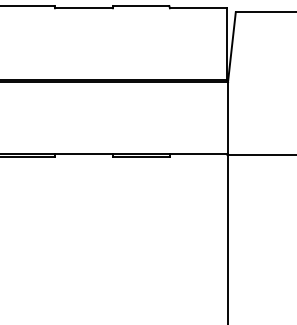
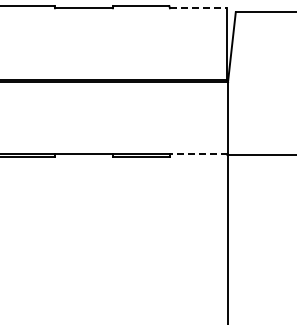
line at (198, 8): solid -> dashed
line at (198, 154): solid -> dashed
